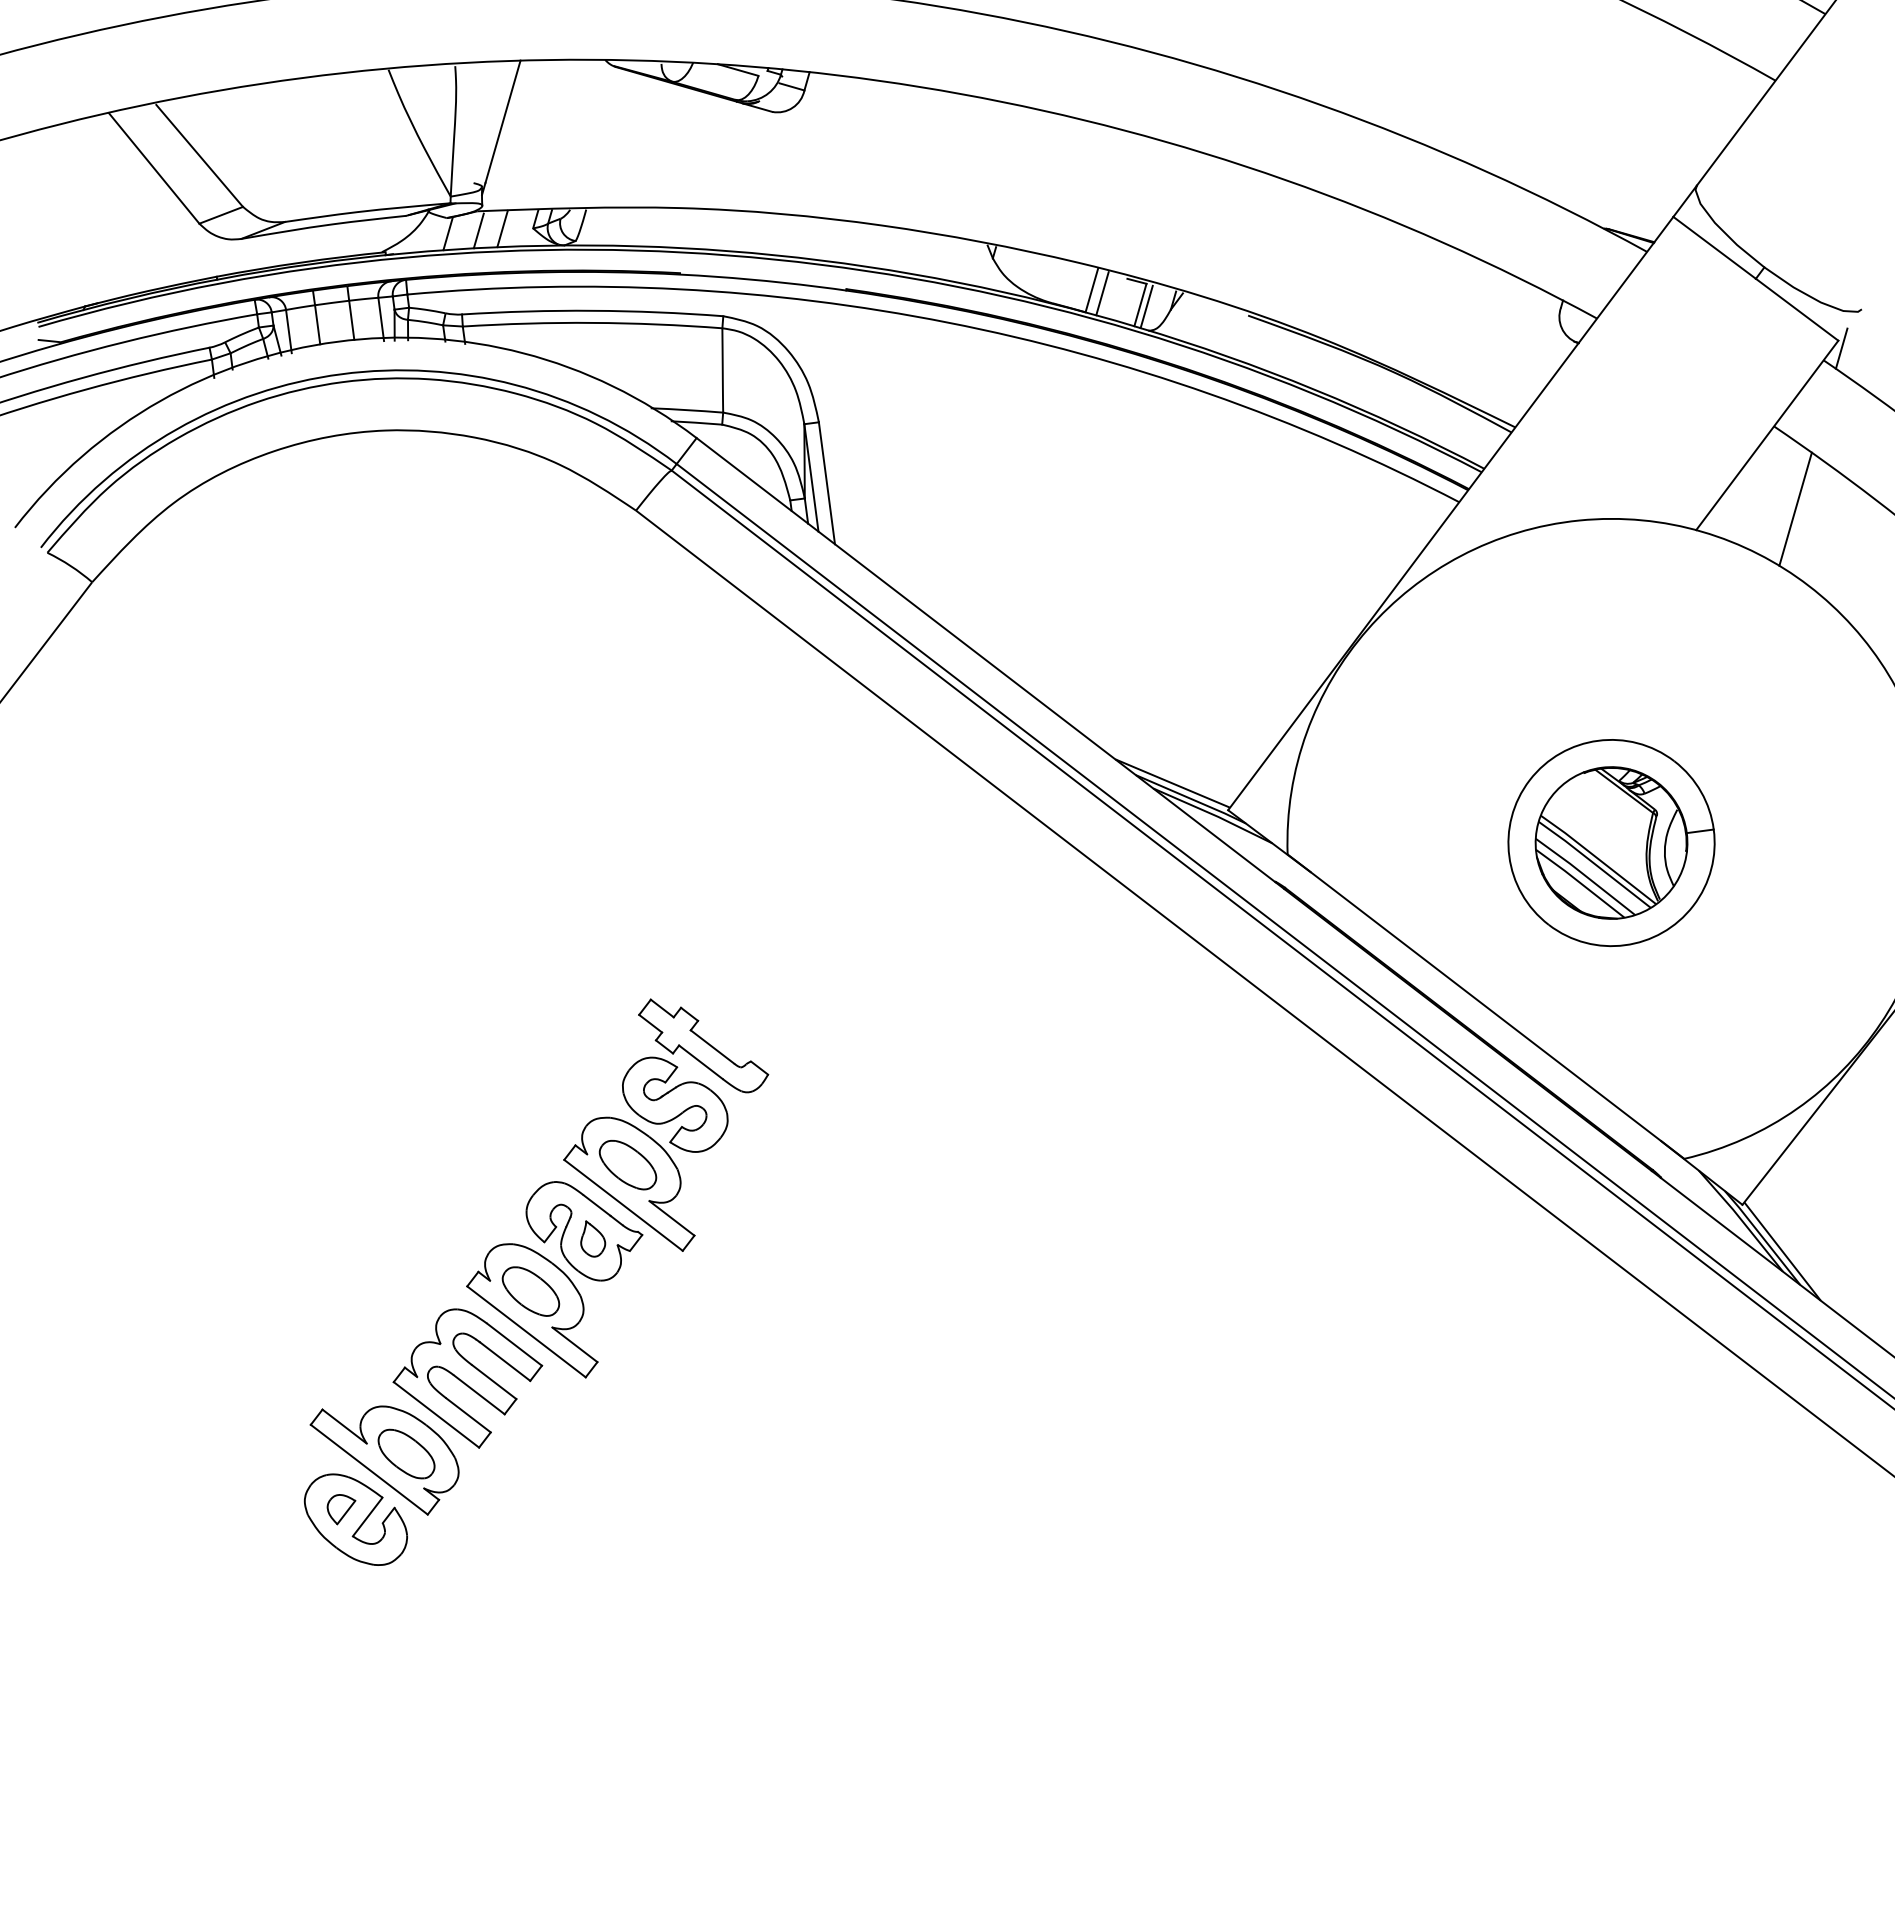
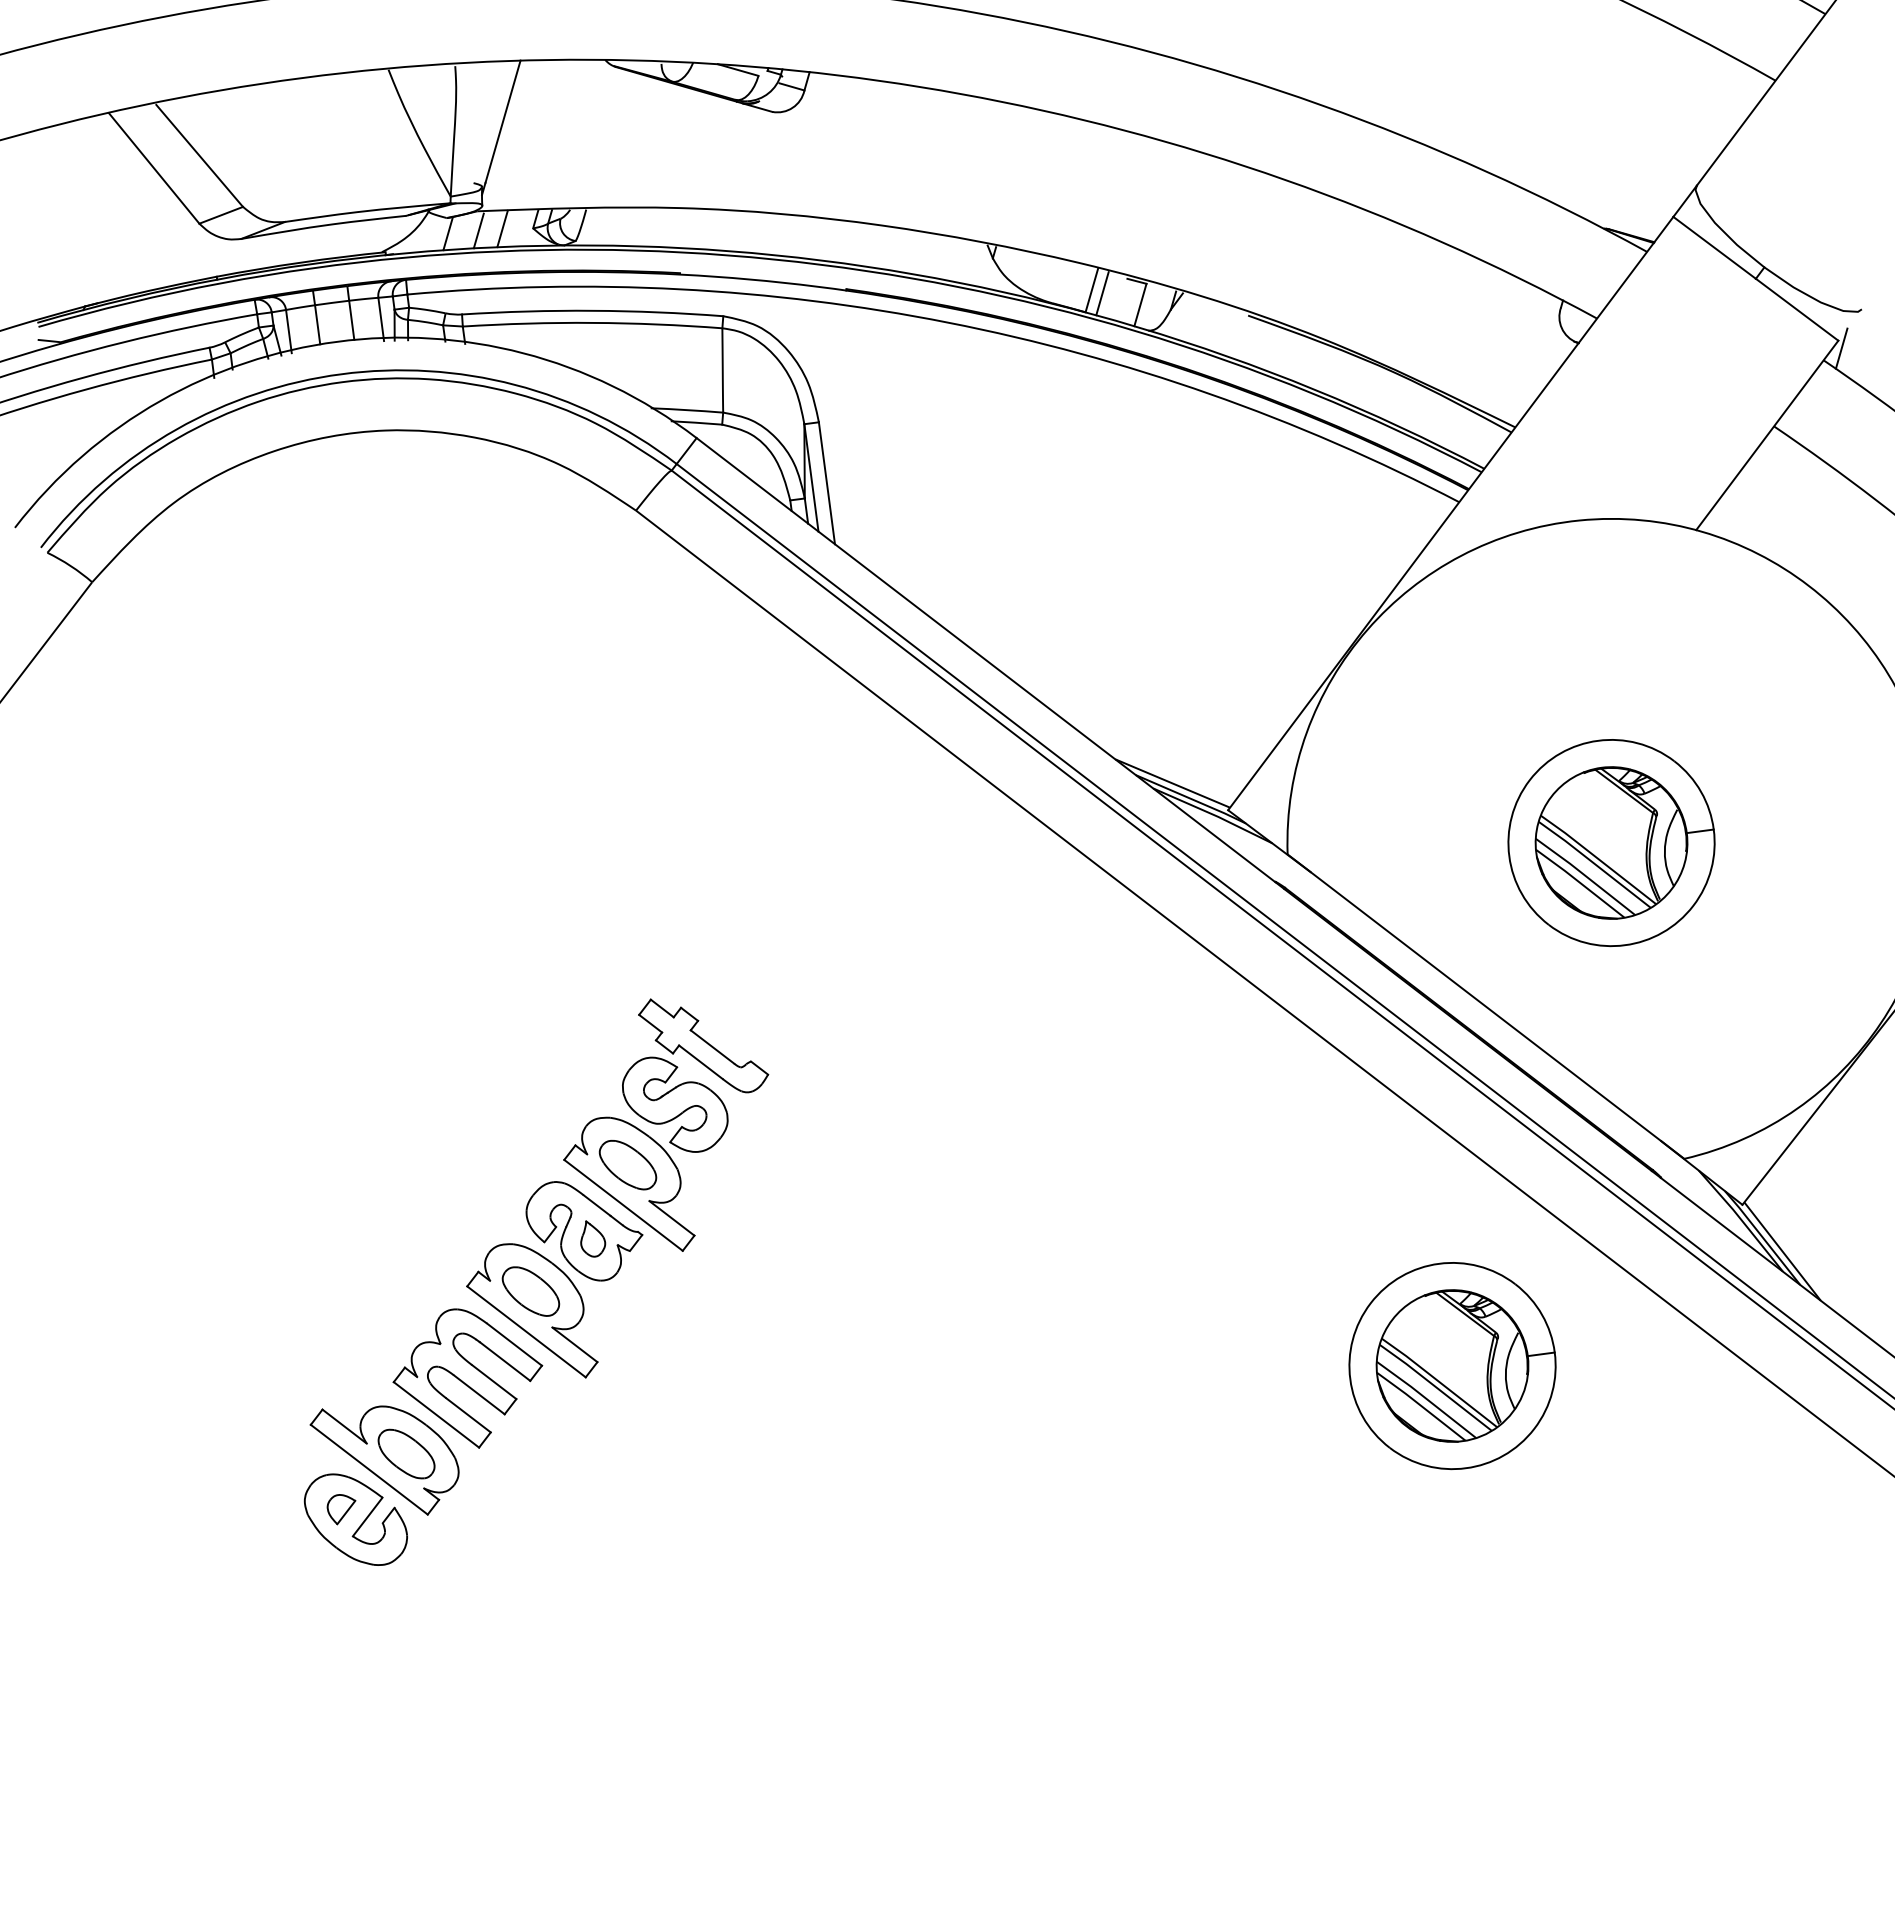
line at (1146, 306): present -> none
line at (1795, 508): present -> none
part at (1452, 1366): none -> present
